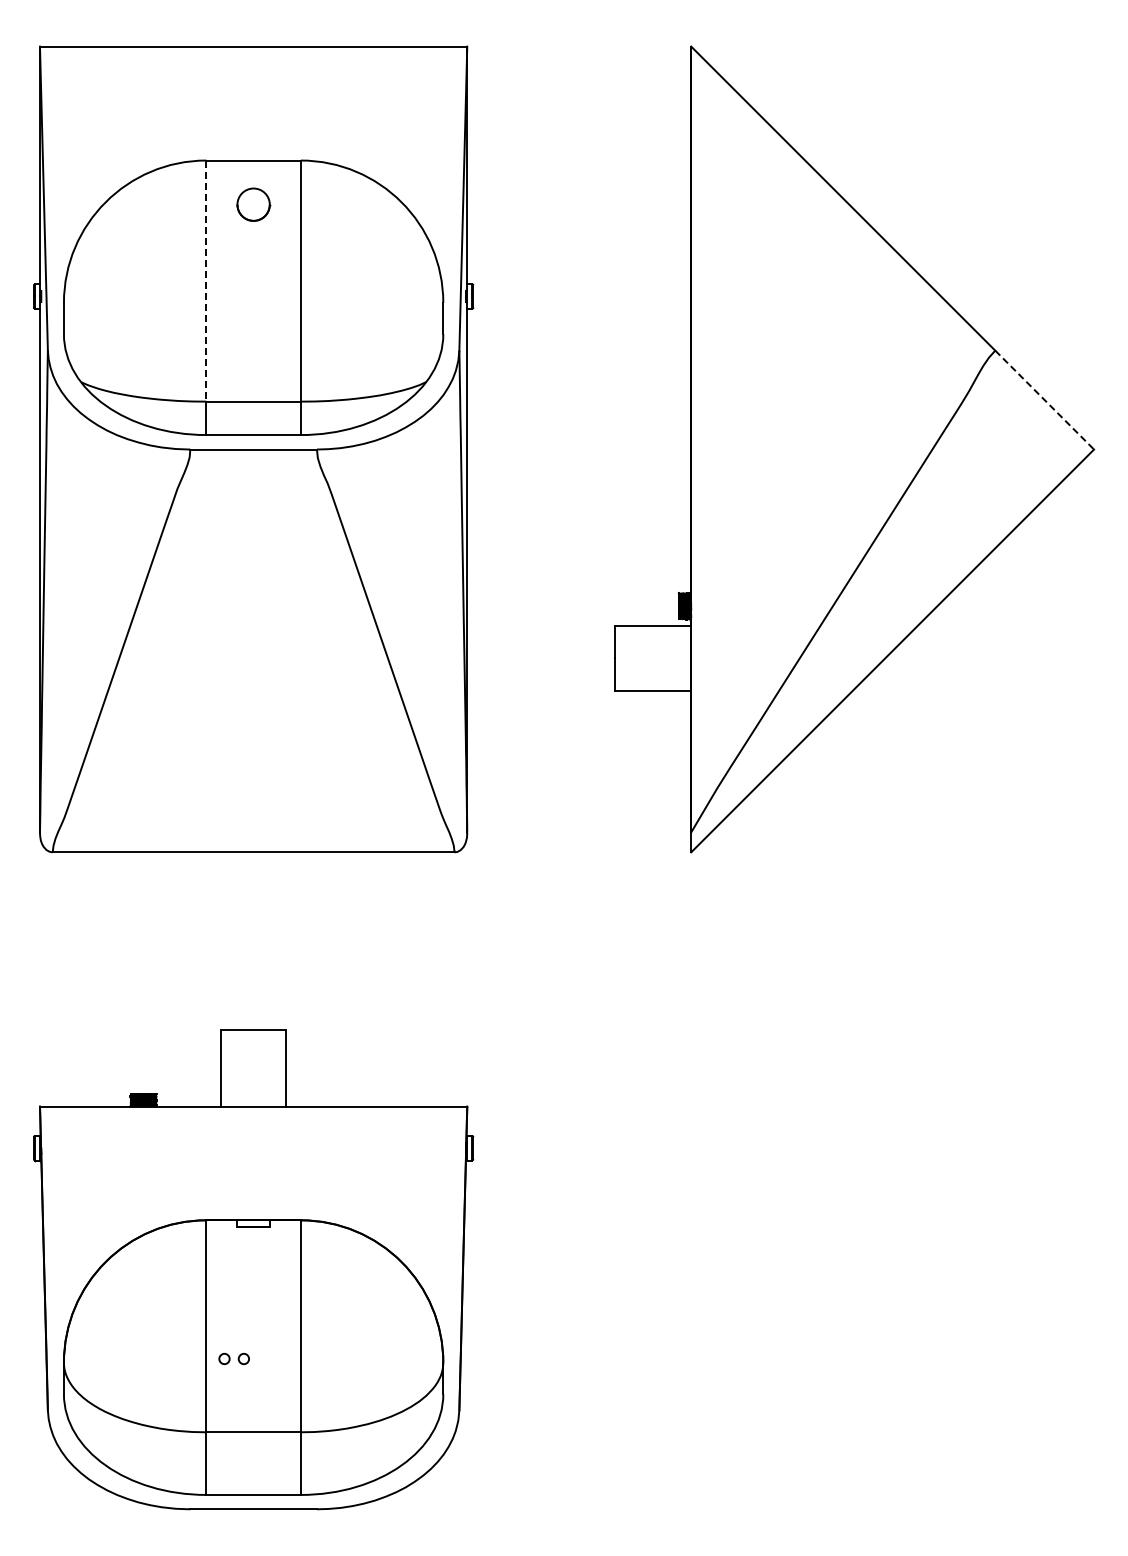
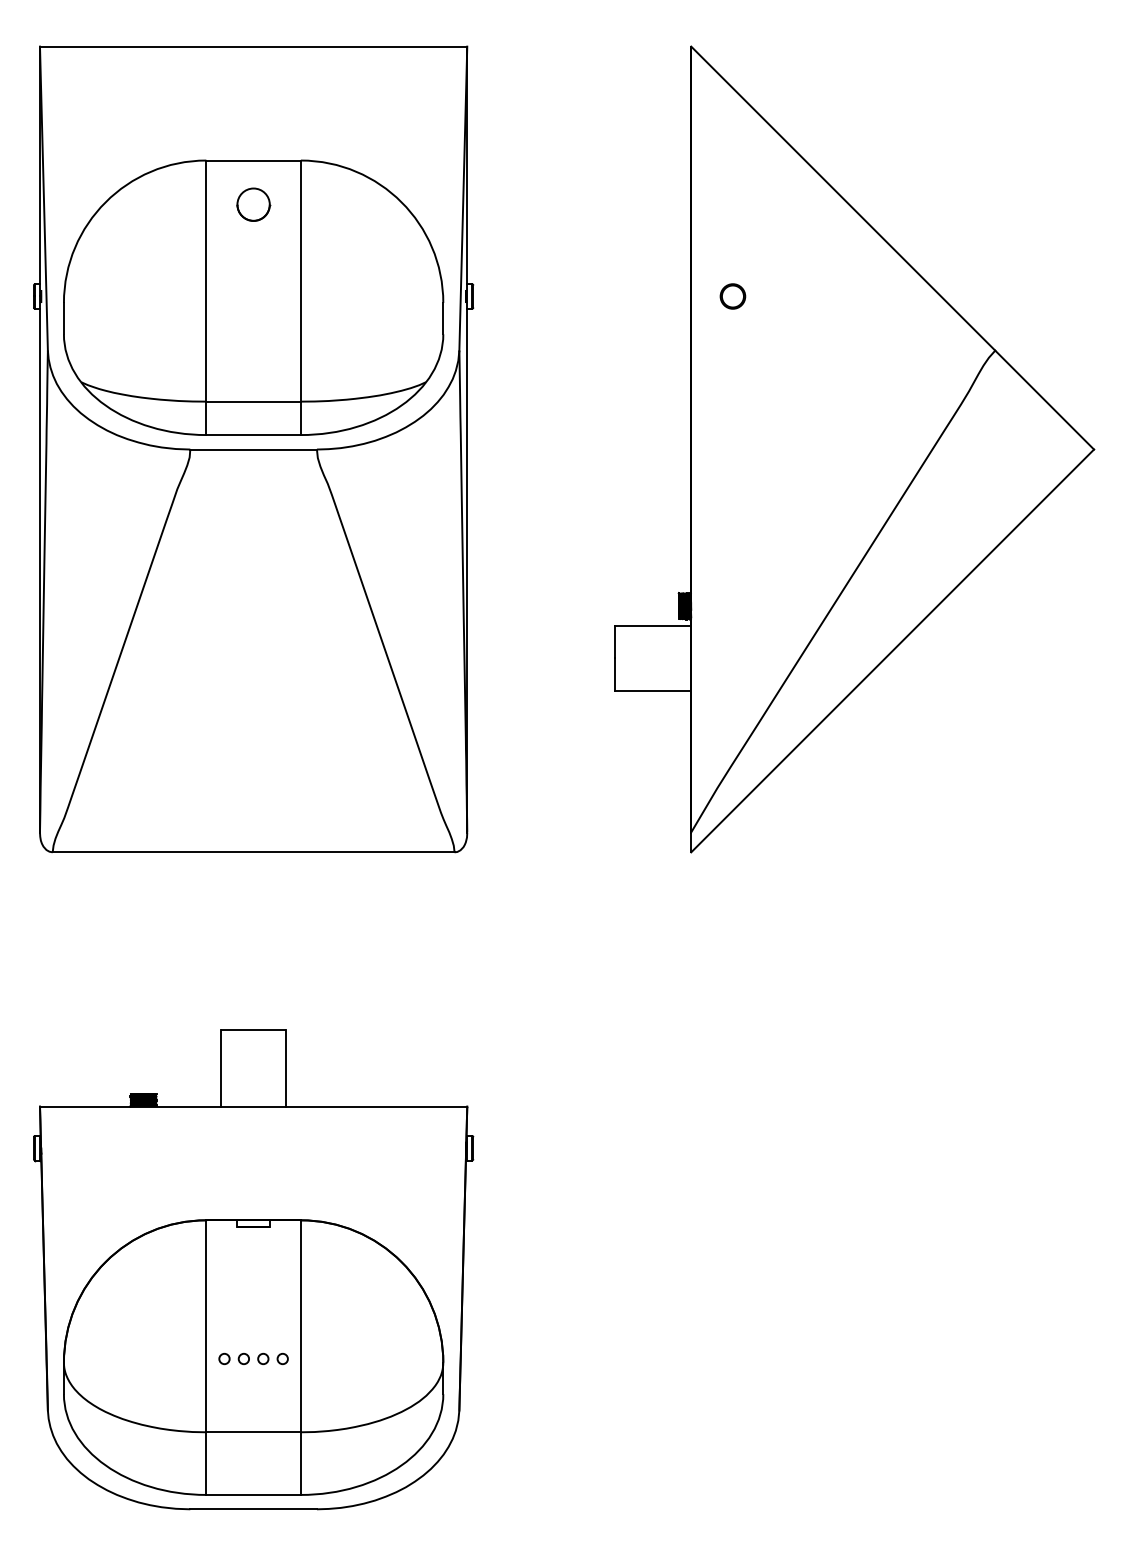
line at (206, 281): dashed -> solid
part at (732, 296): none -> present
line at (1044, 400): dashed -> solid
part at (272, 1358): none -> present
